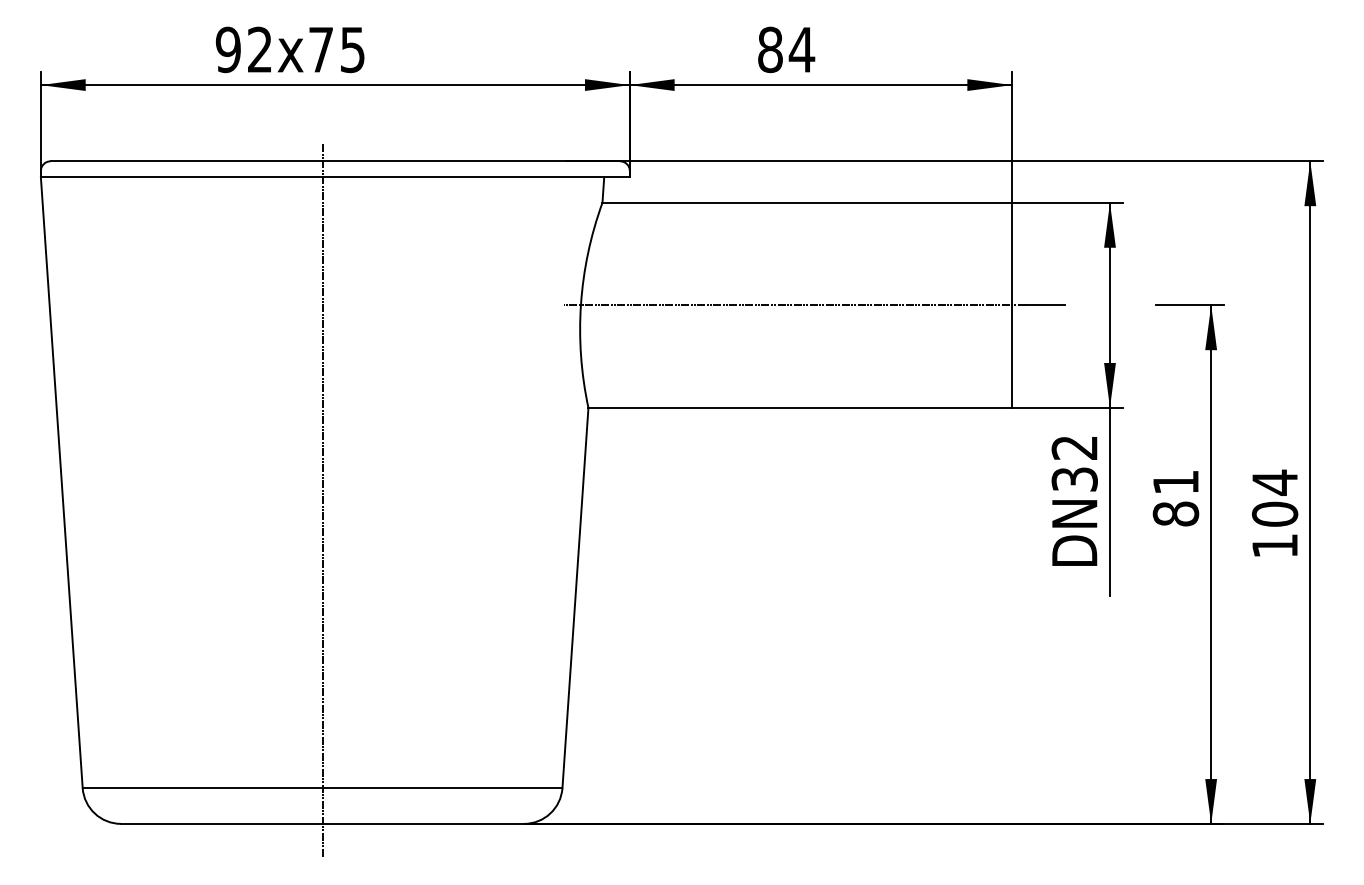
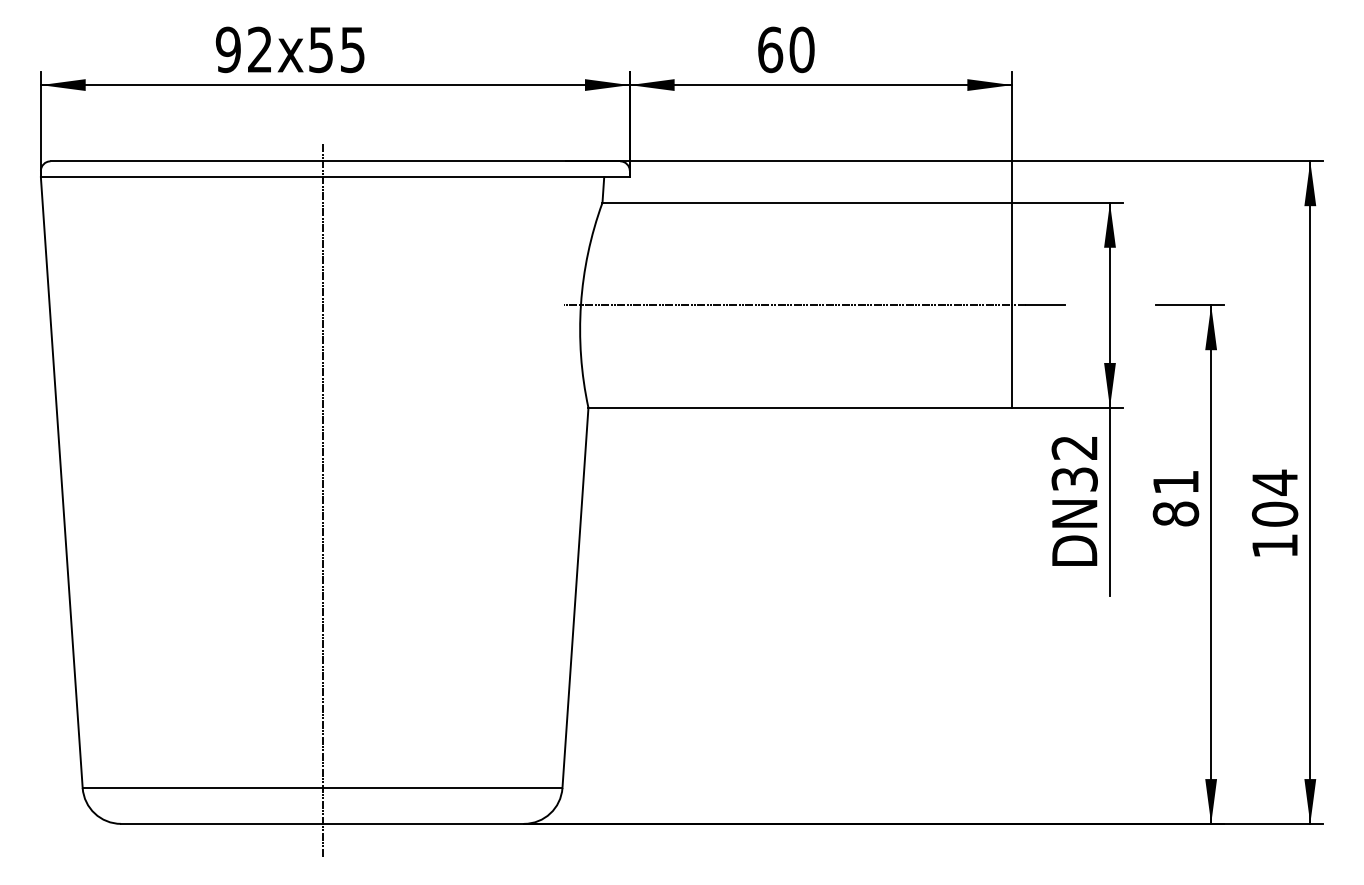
text at (786, 49): 84 -> 60
text at (320, 50): x75 -> x55
